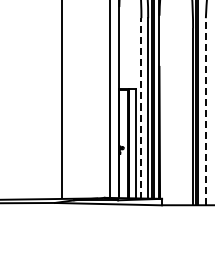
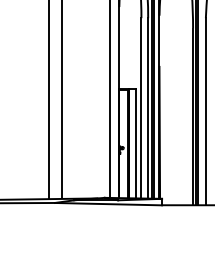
line at (48, 100): none -> present
line at (141, 107): dashed -> solid
line at (205, 111): dashed -> solid
